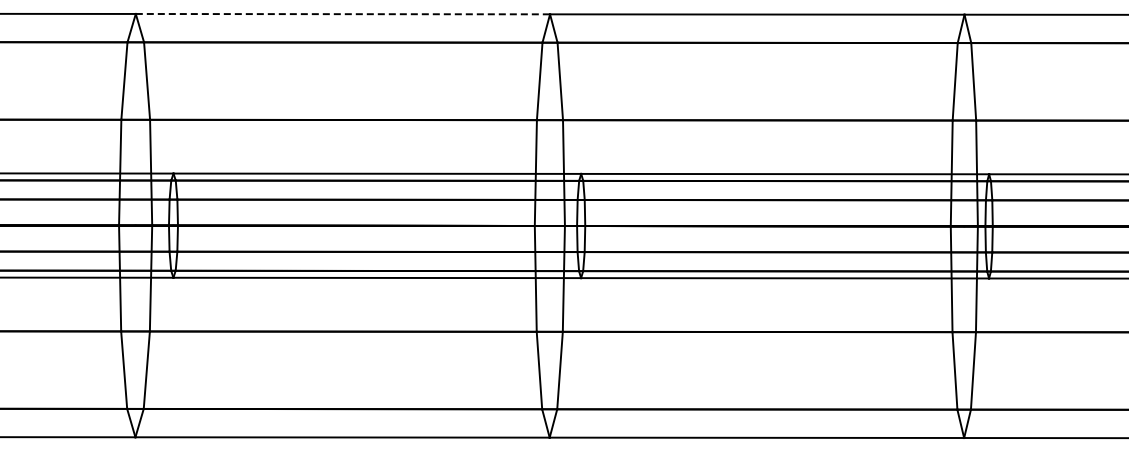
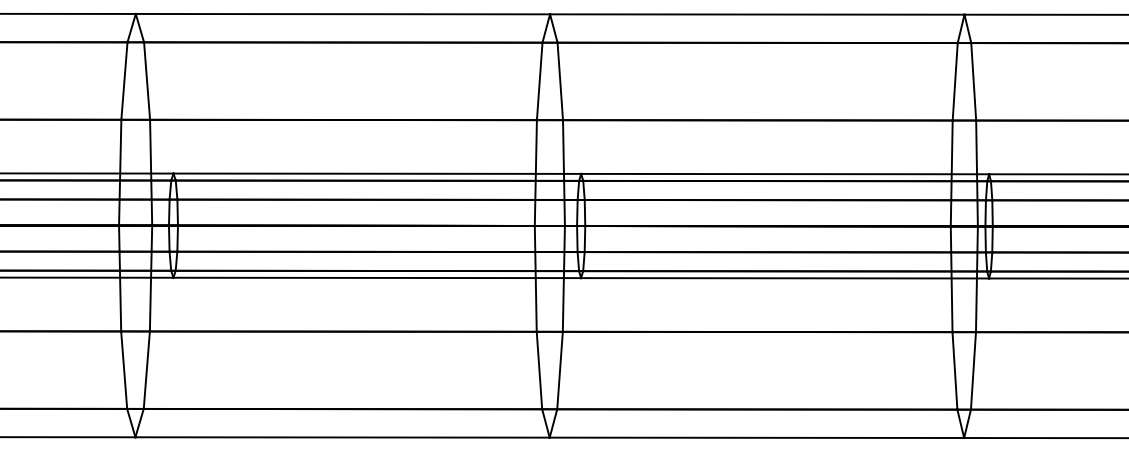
line at (343, 14): dashed -> solid
